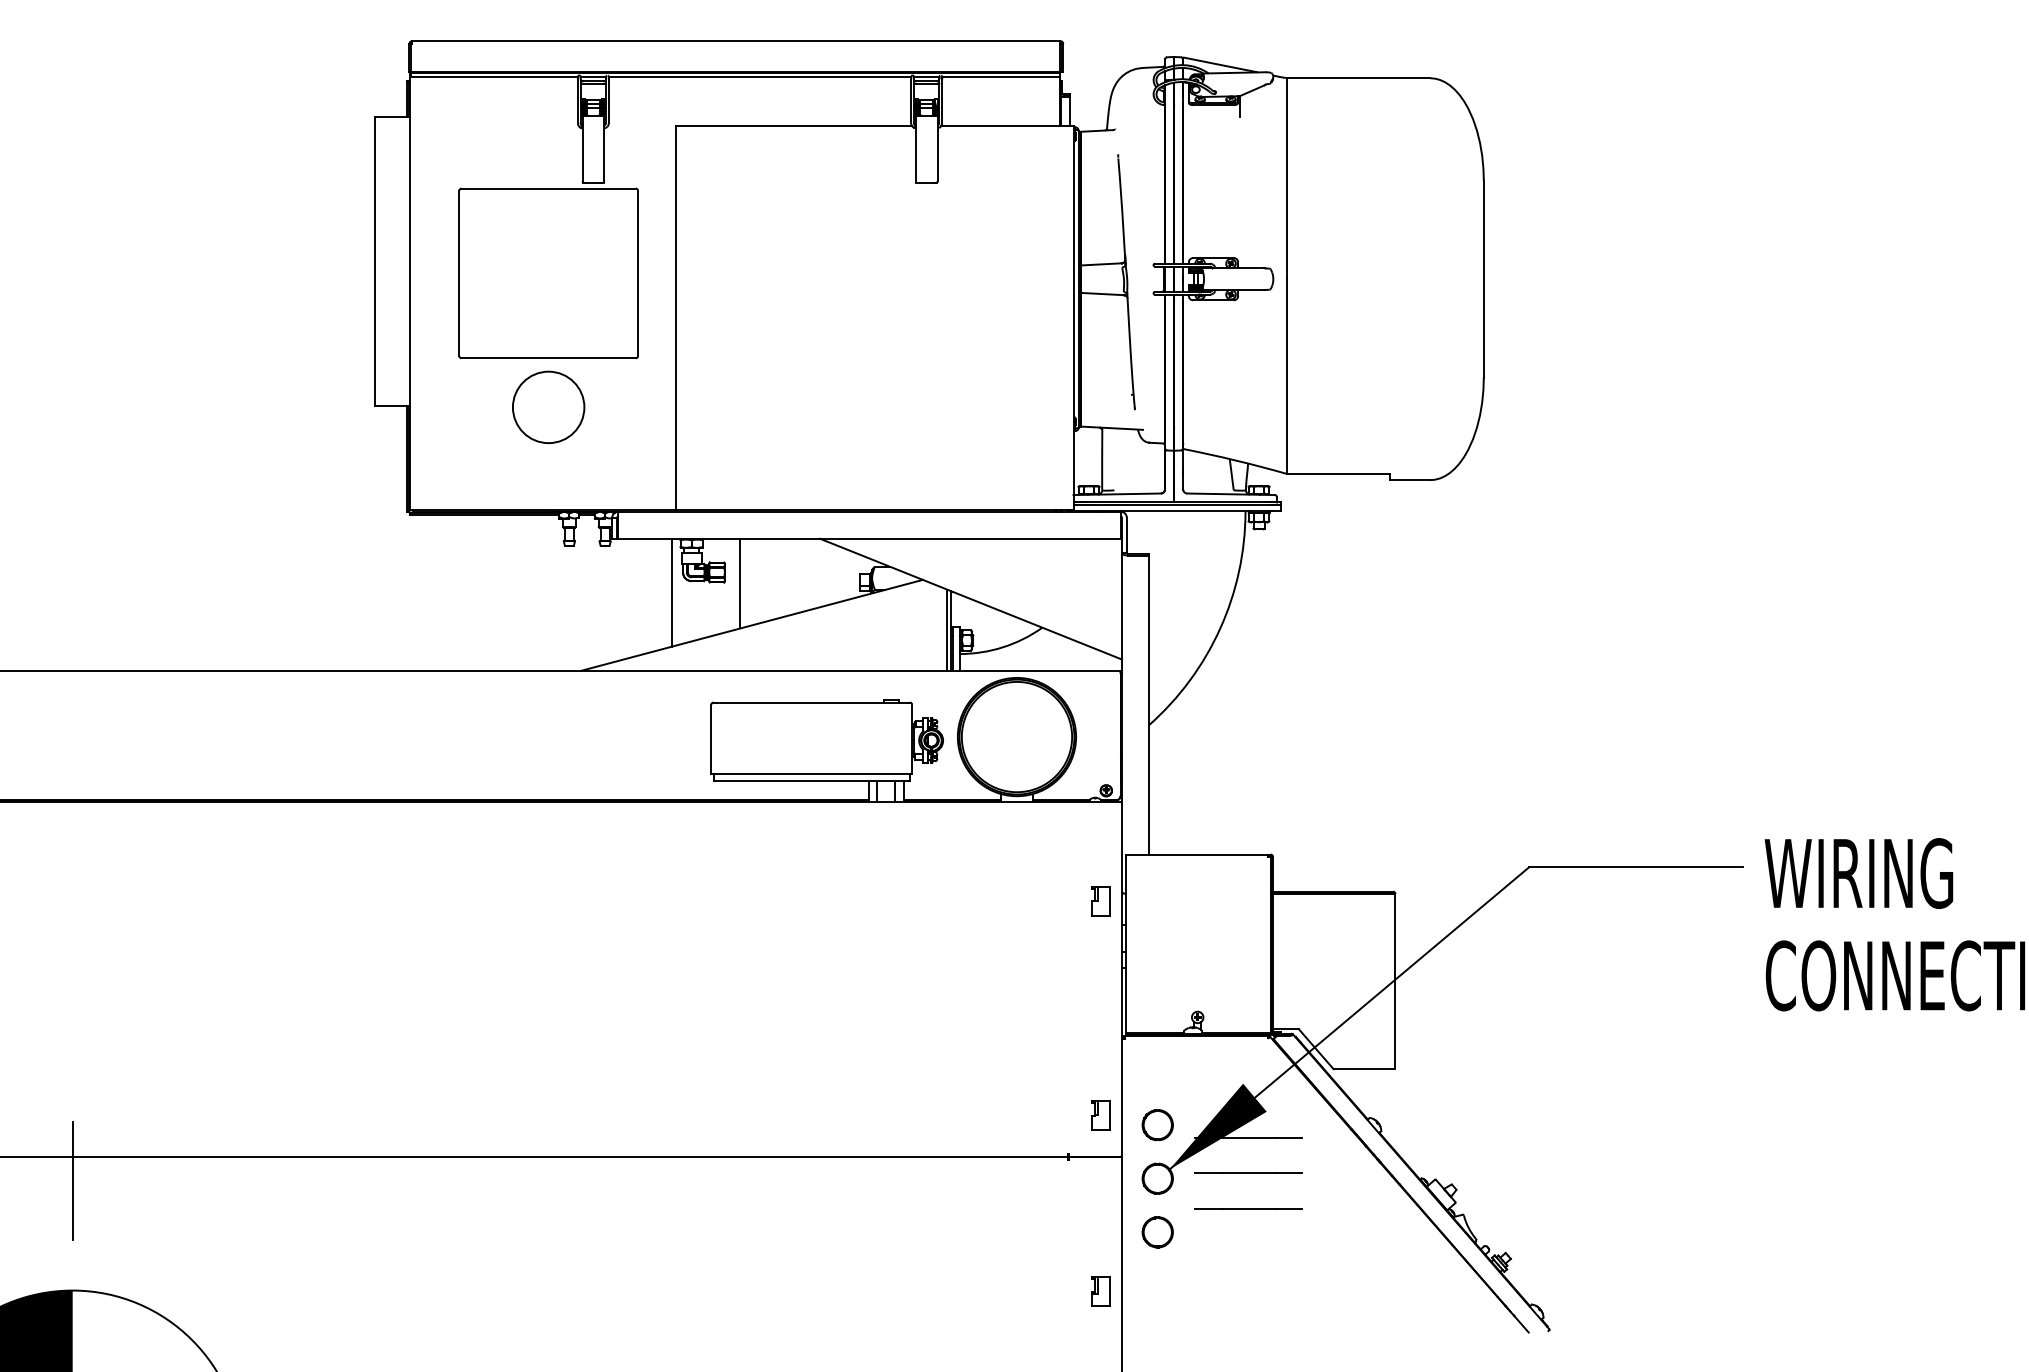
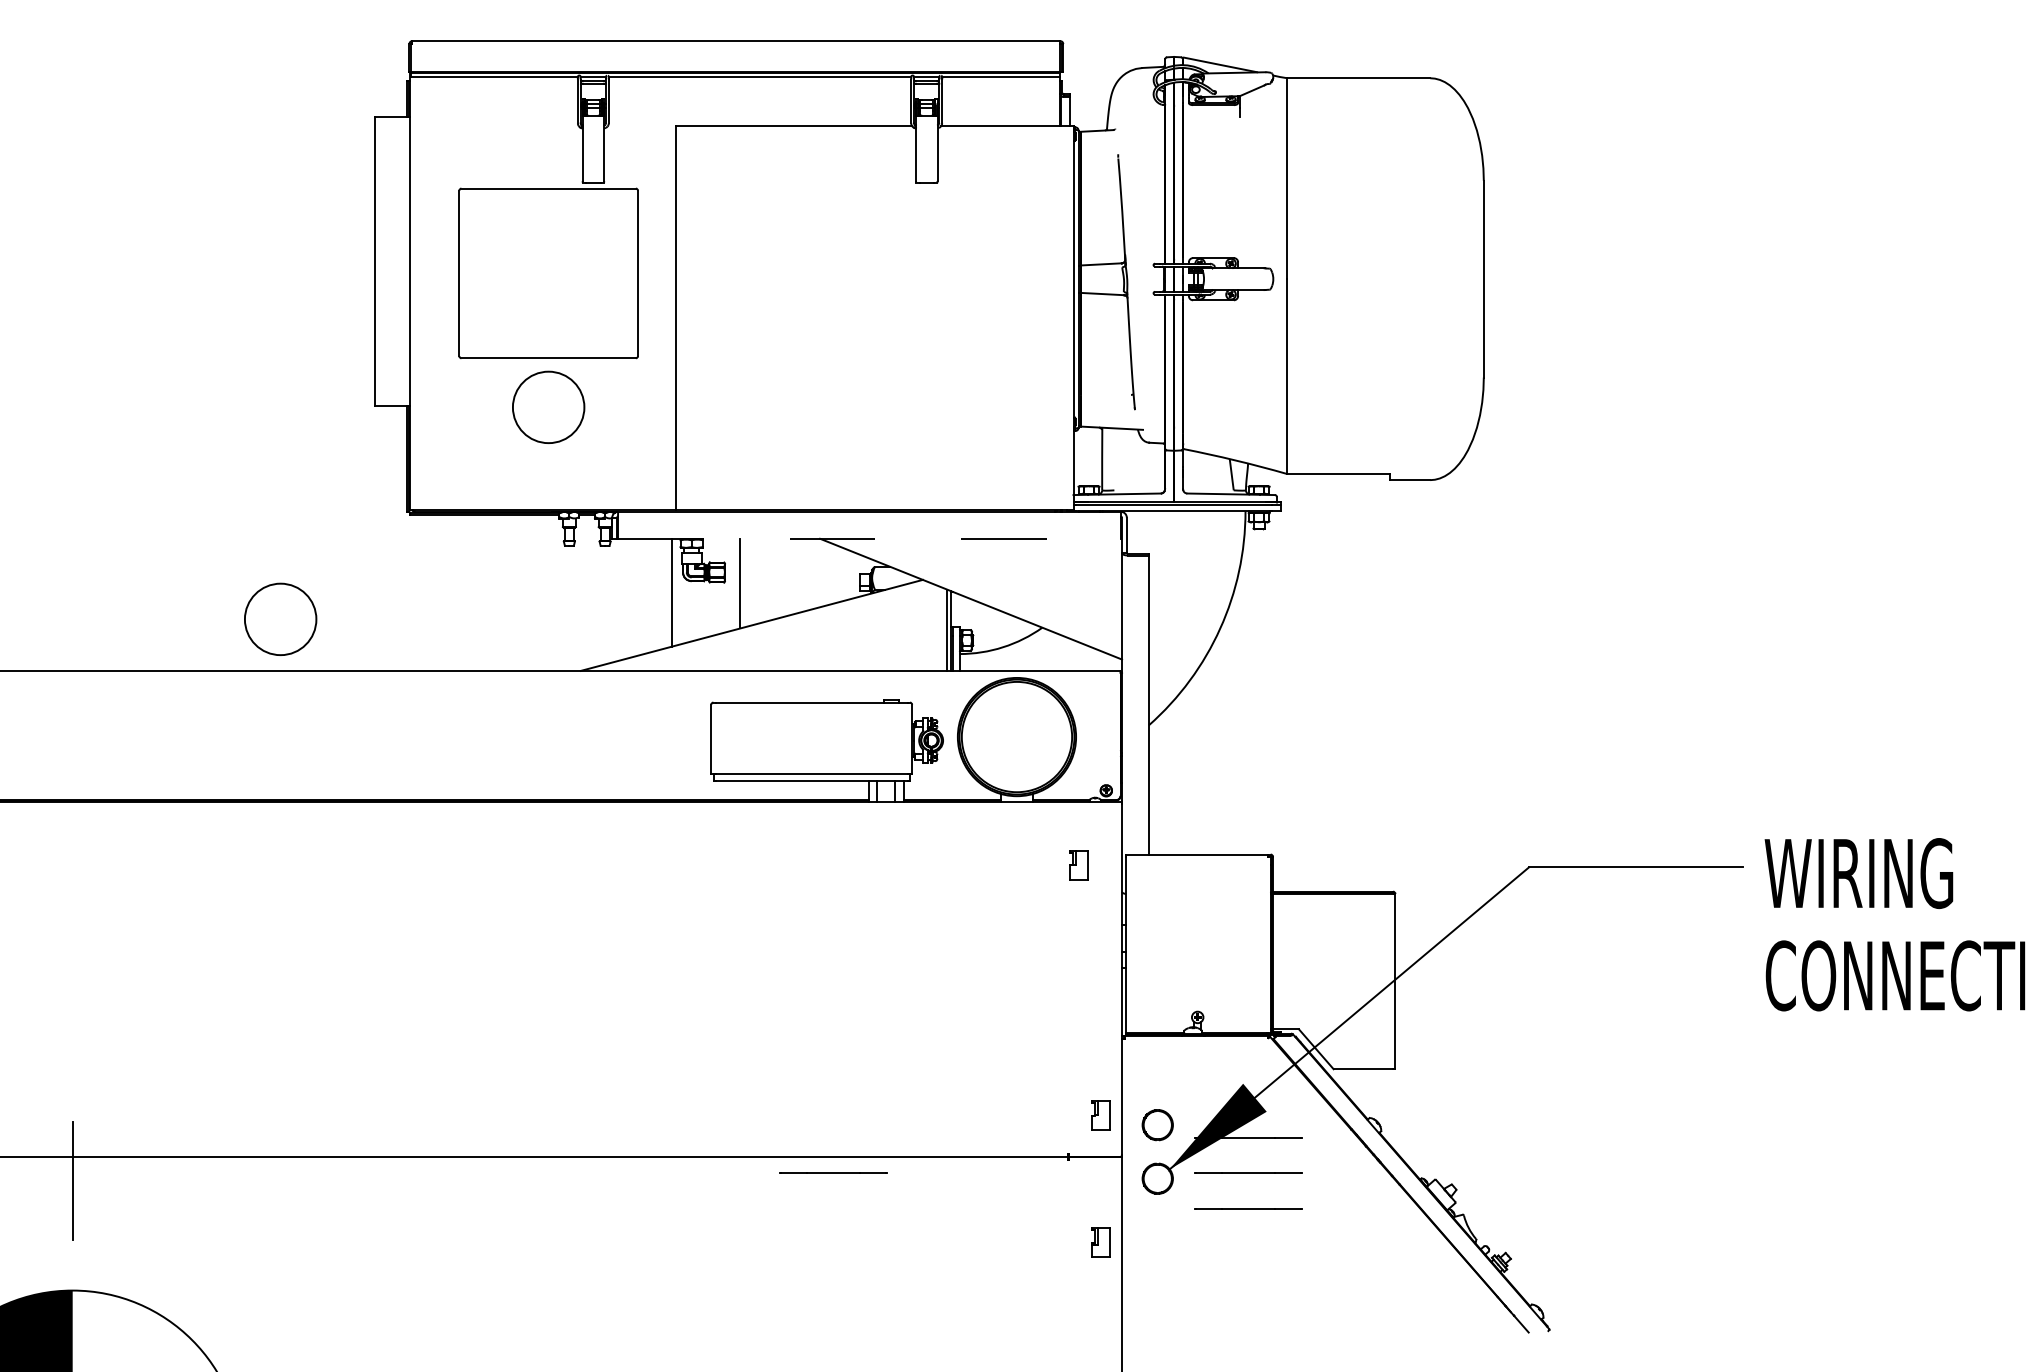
line at (869, 538): solid -> dashed
circle at (280, 618): none -> present
part at (1100, 901) position: (1100, 901) -> (1078, 865)
line at (833, 1172): none -> present
part at (1157, 1232): present -> none
part at (1100, 1291) position: (1100, 1291) -> (1100, 1242)
